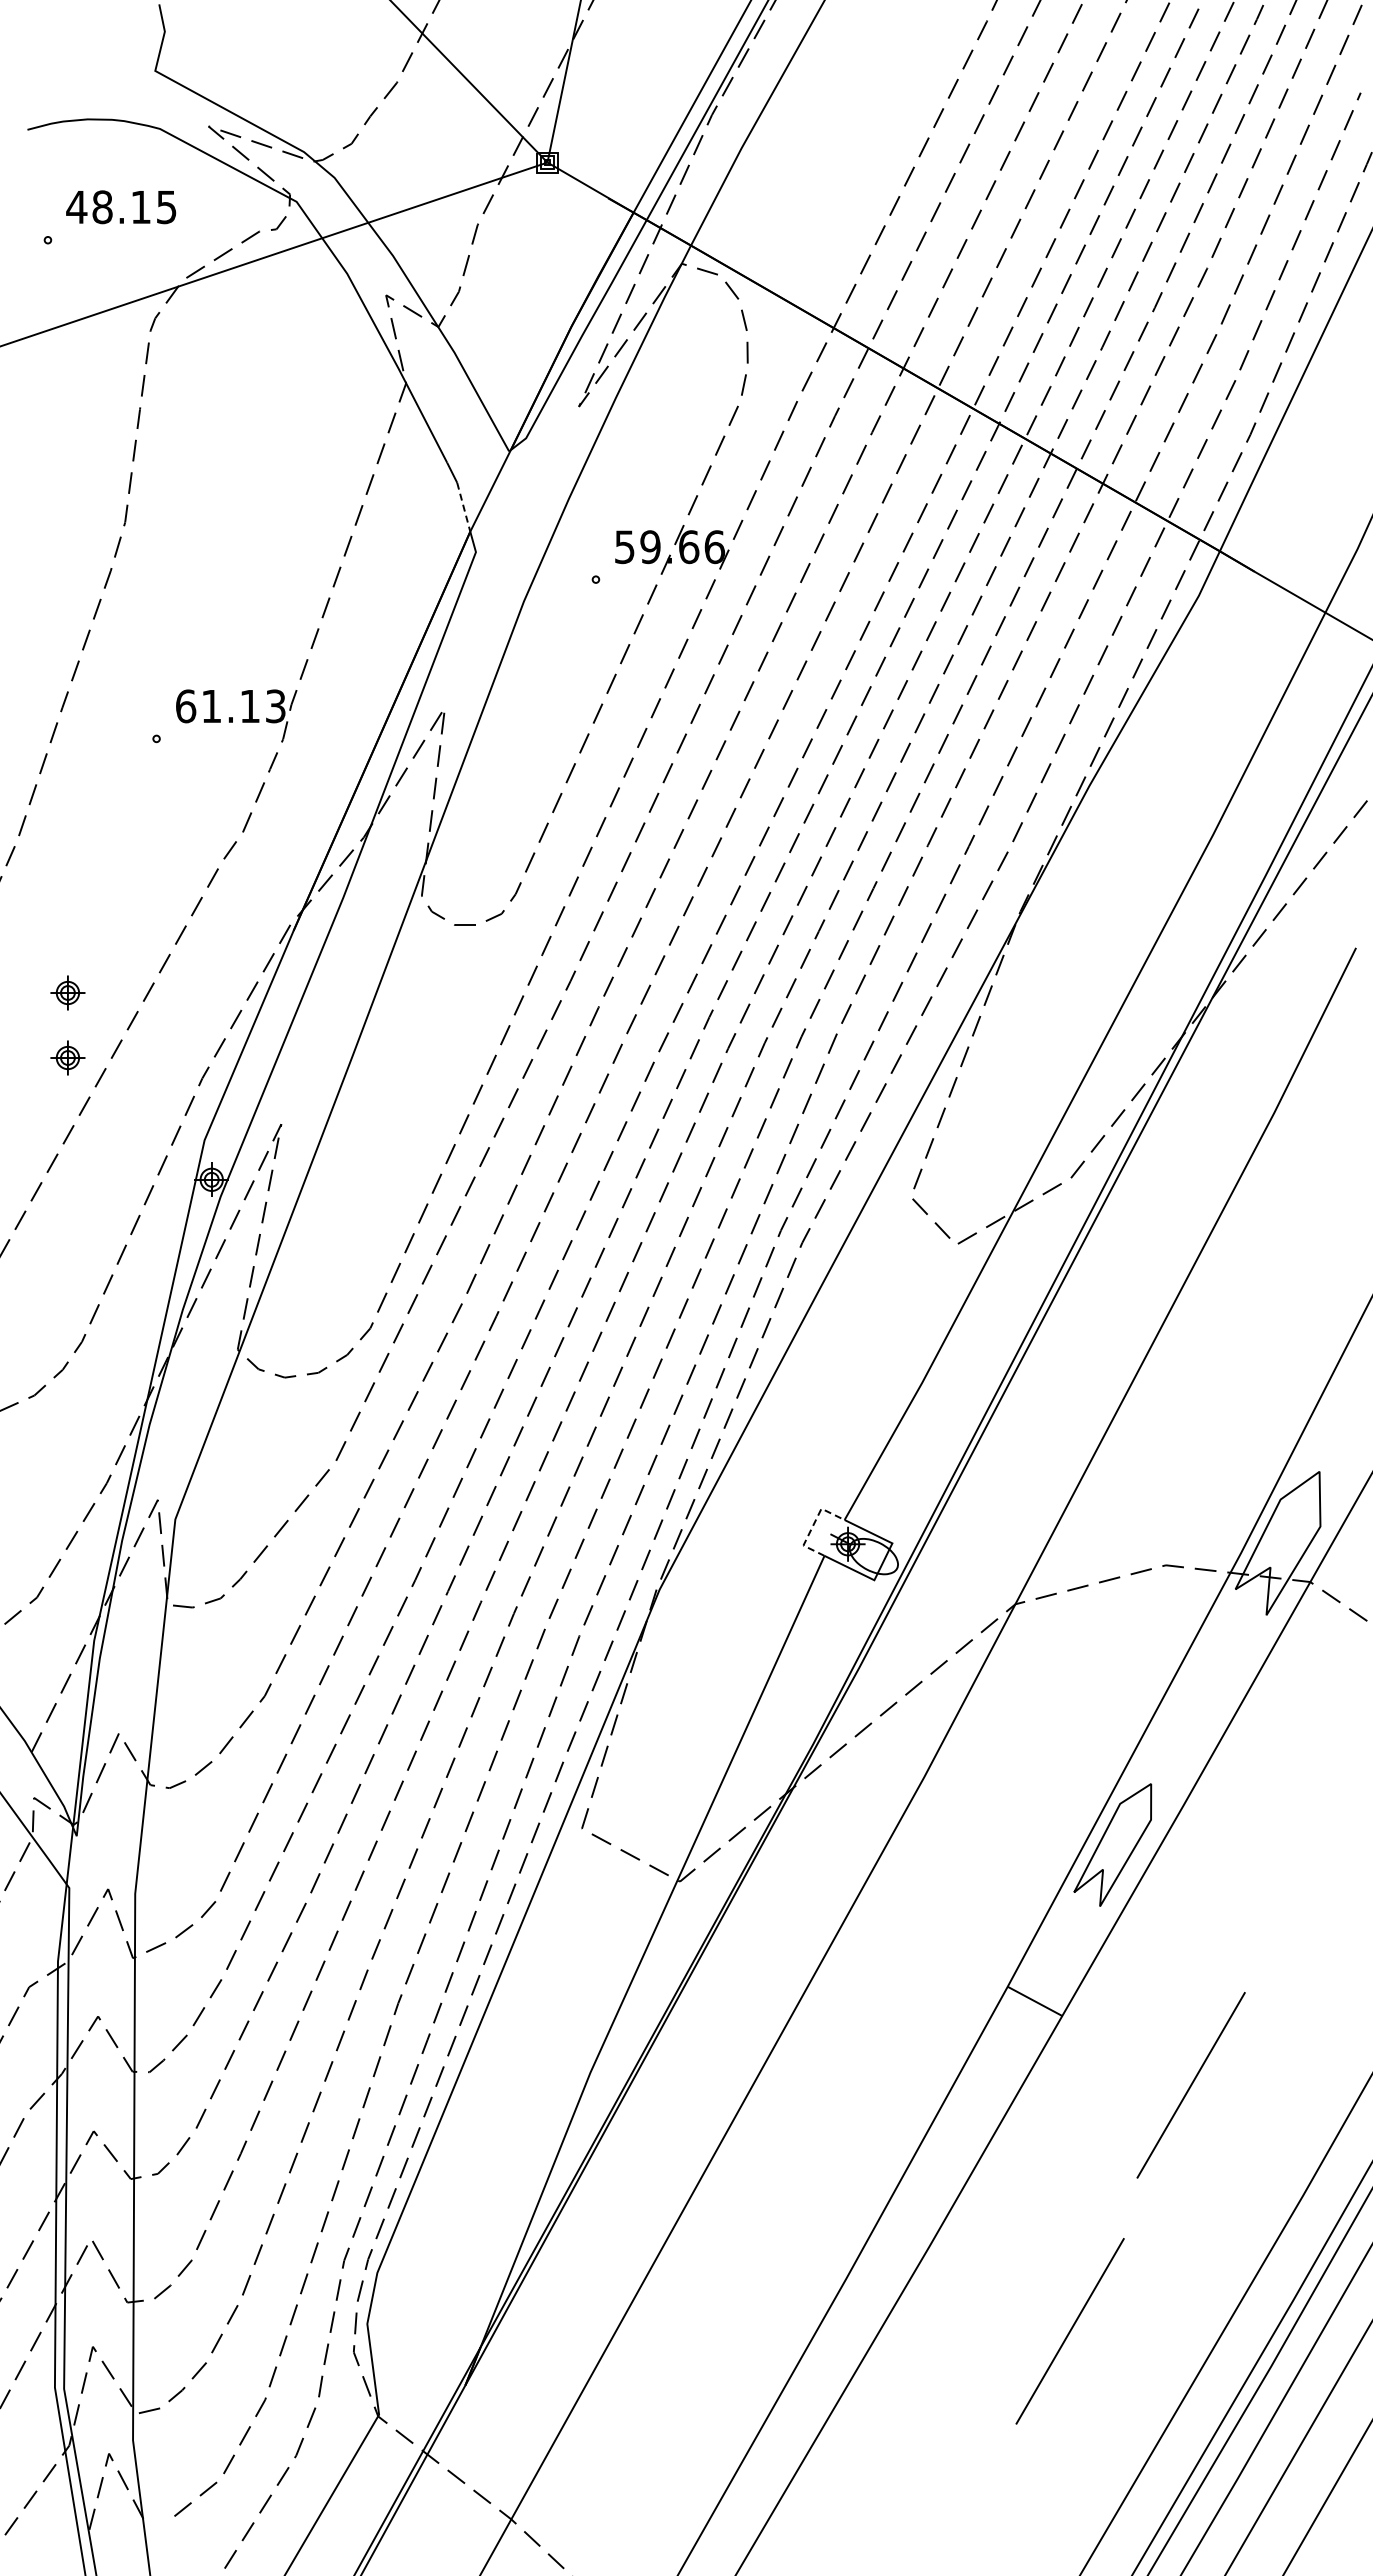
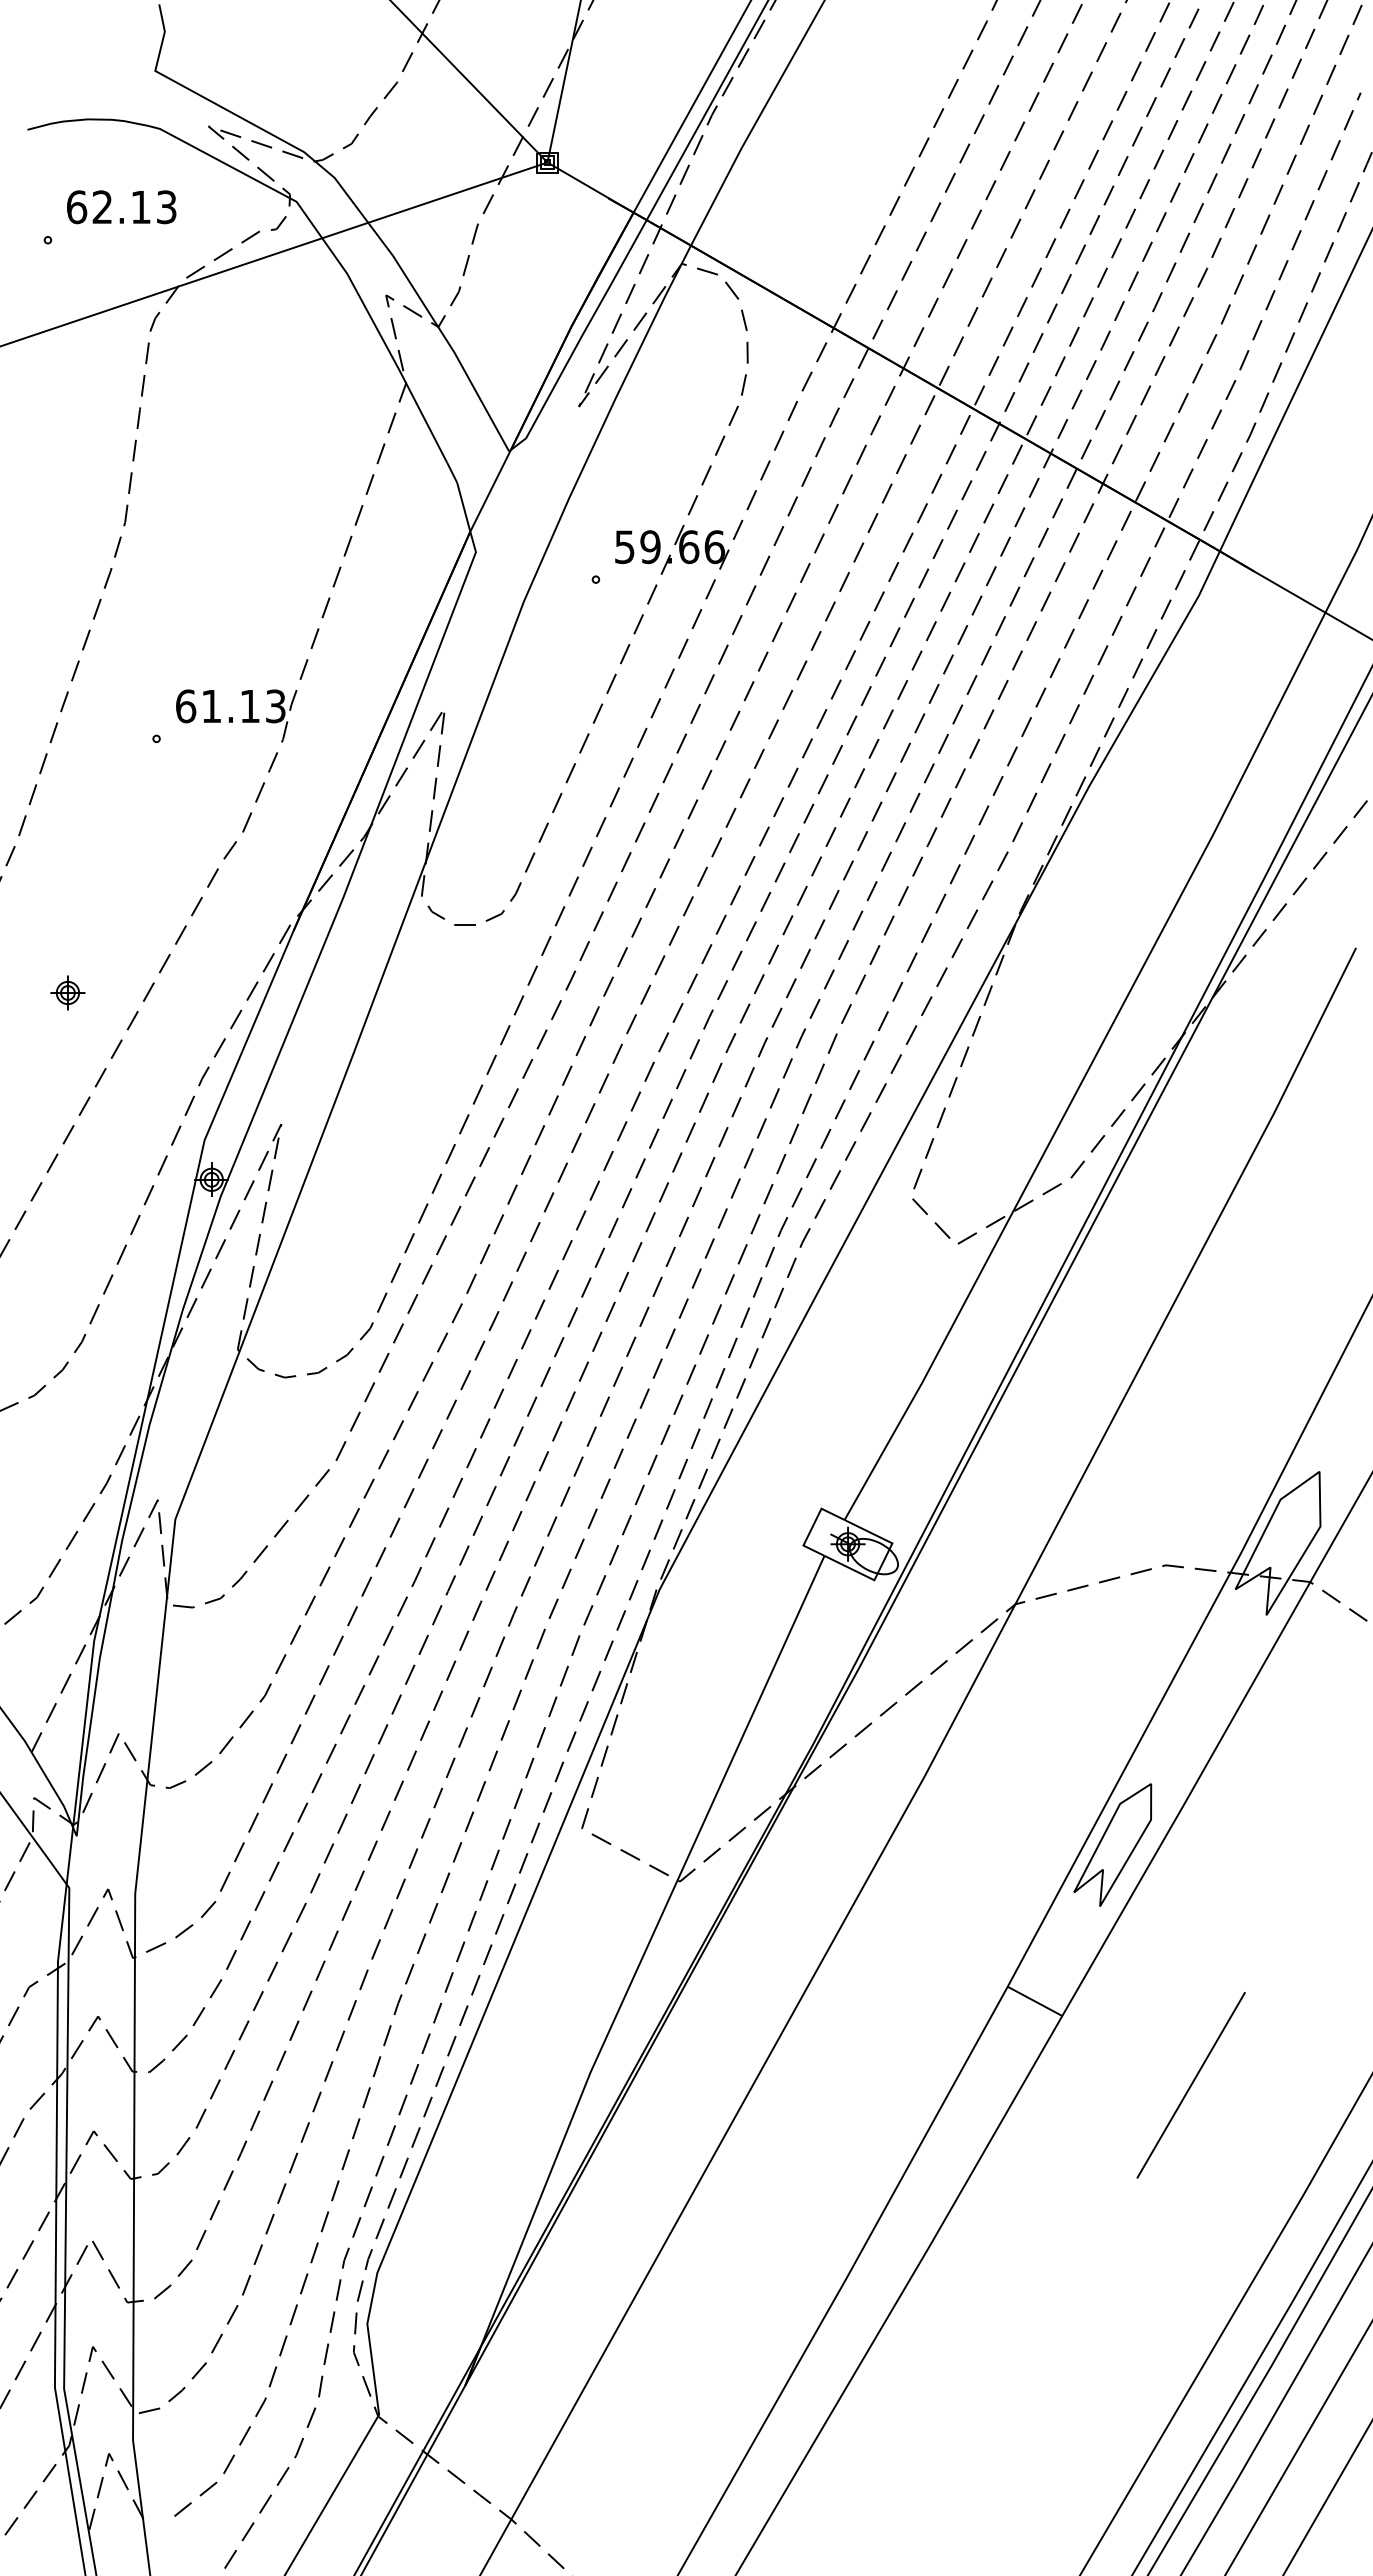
text at (121, 207): 48.15 -> 62.13
line at (463, 507): dashed -> solid
part at (67, 1057): present -> none
line at (812, 1526): dashed -> solid
line at (1069, 2331): present -> none
